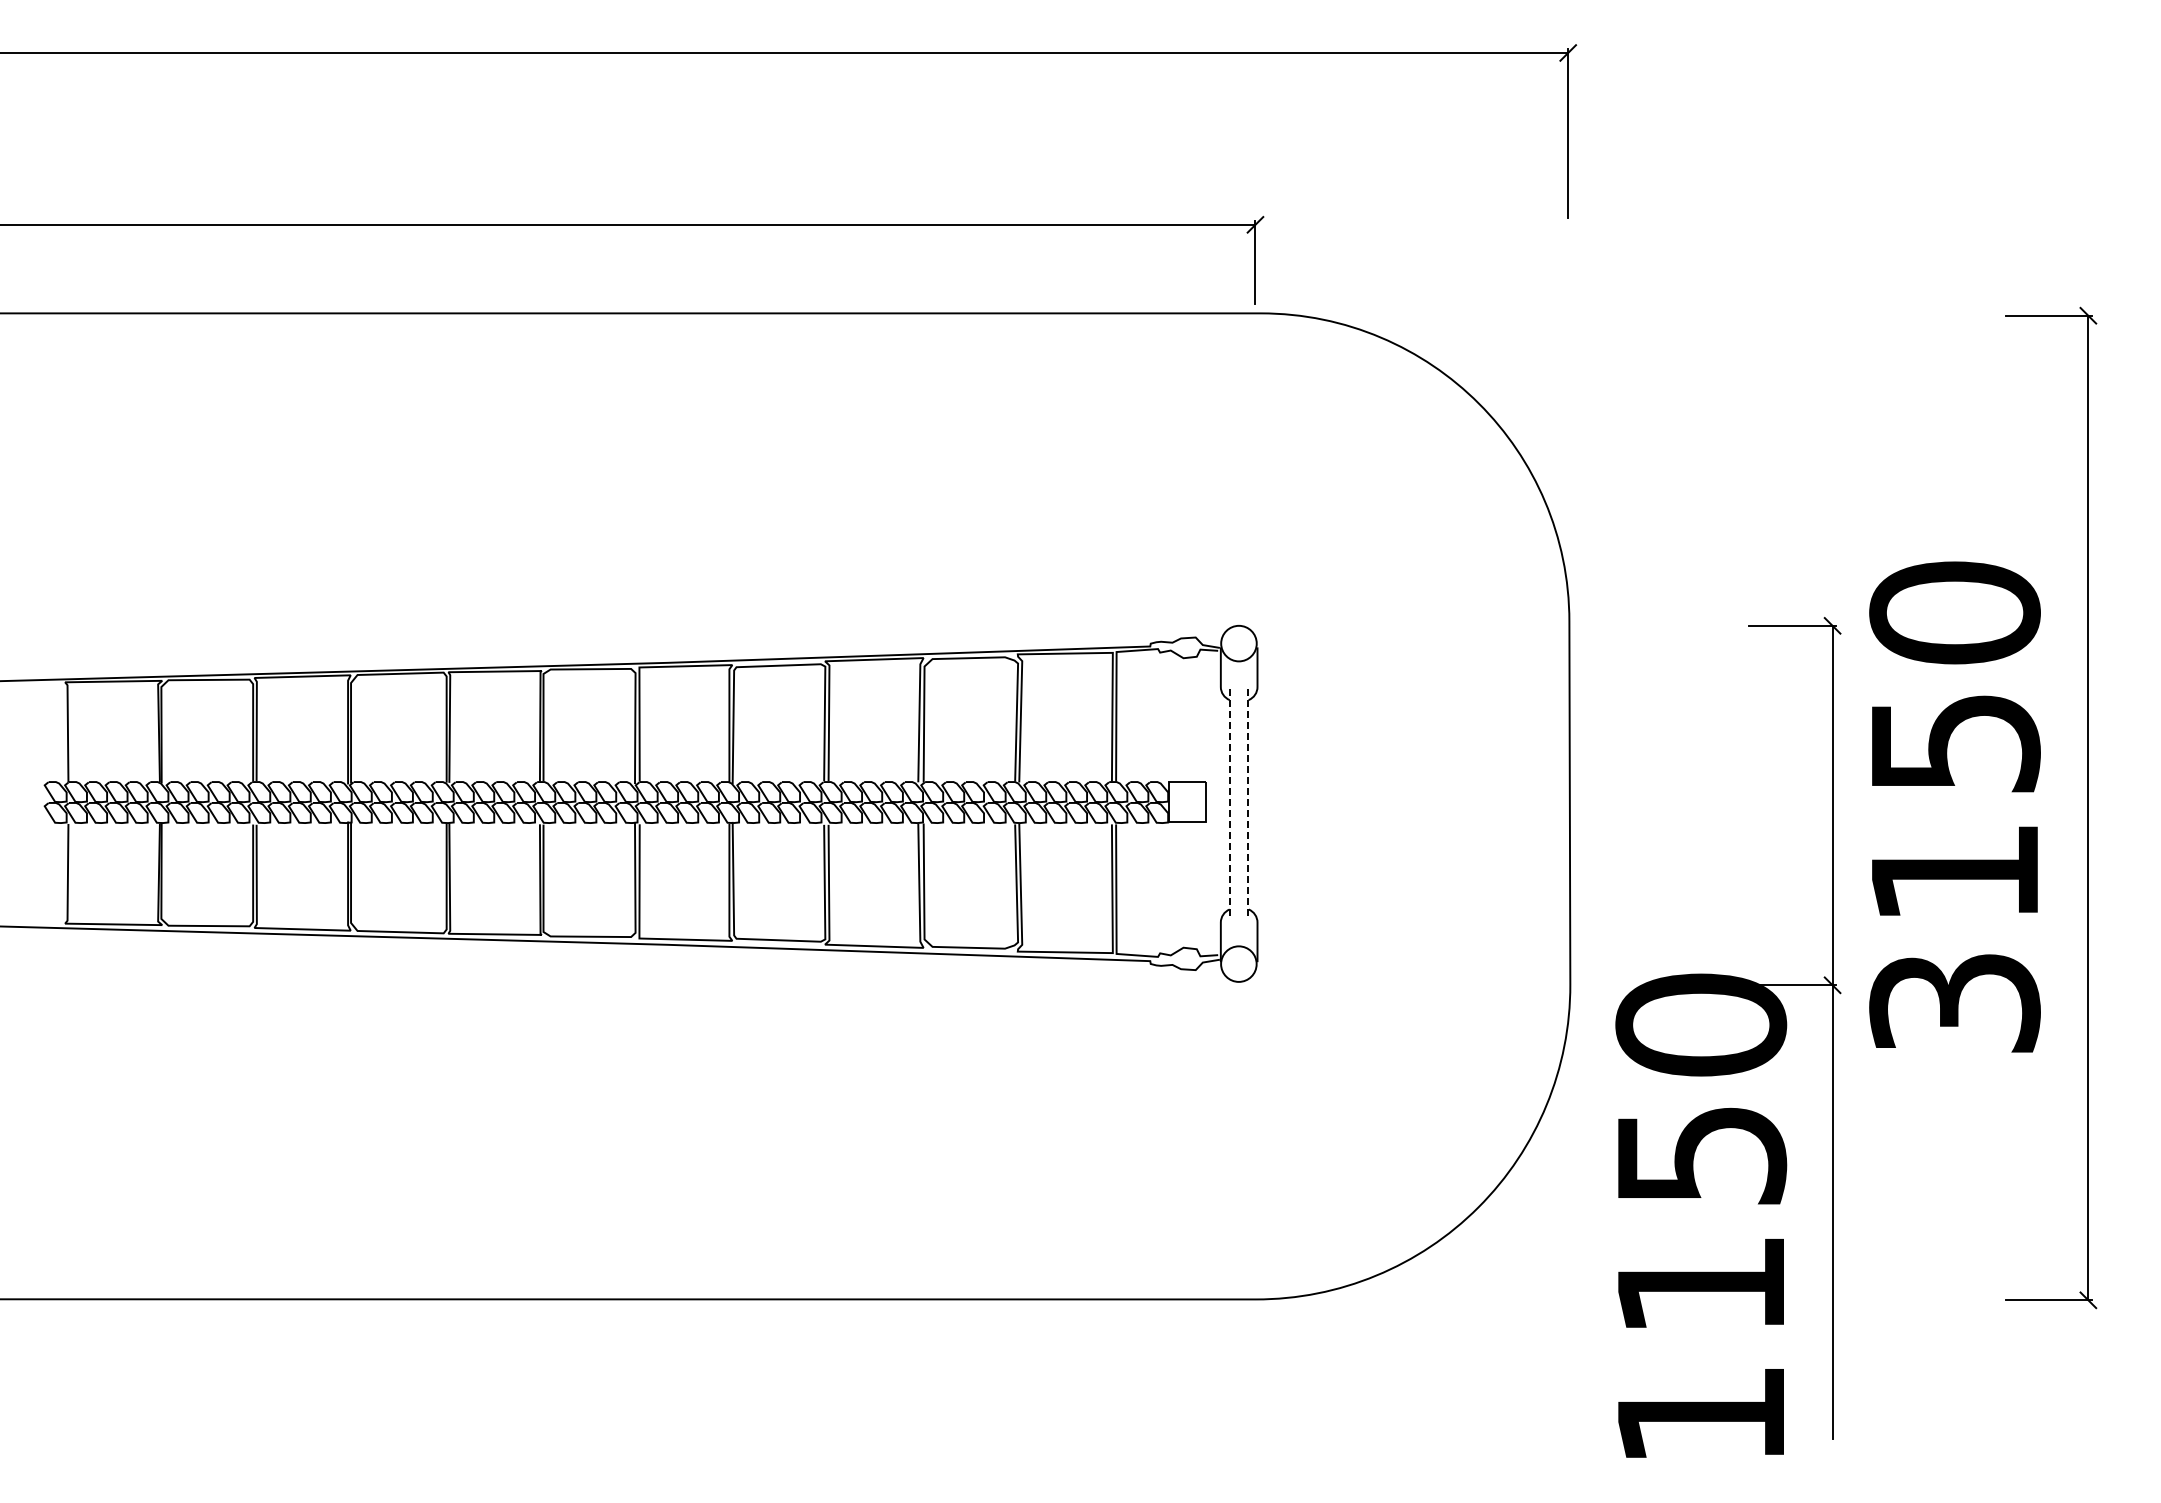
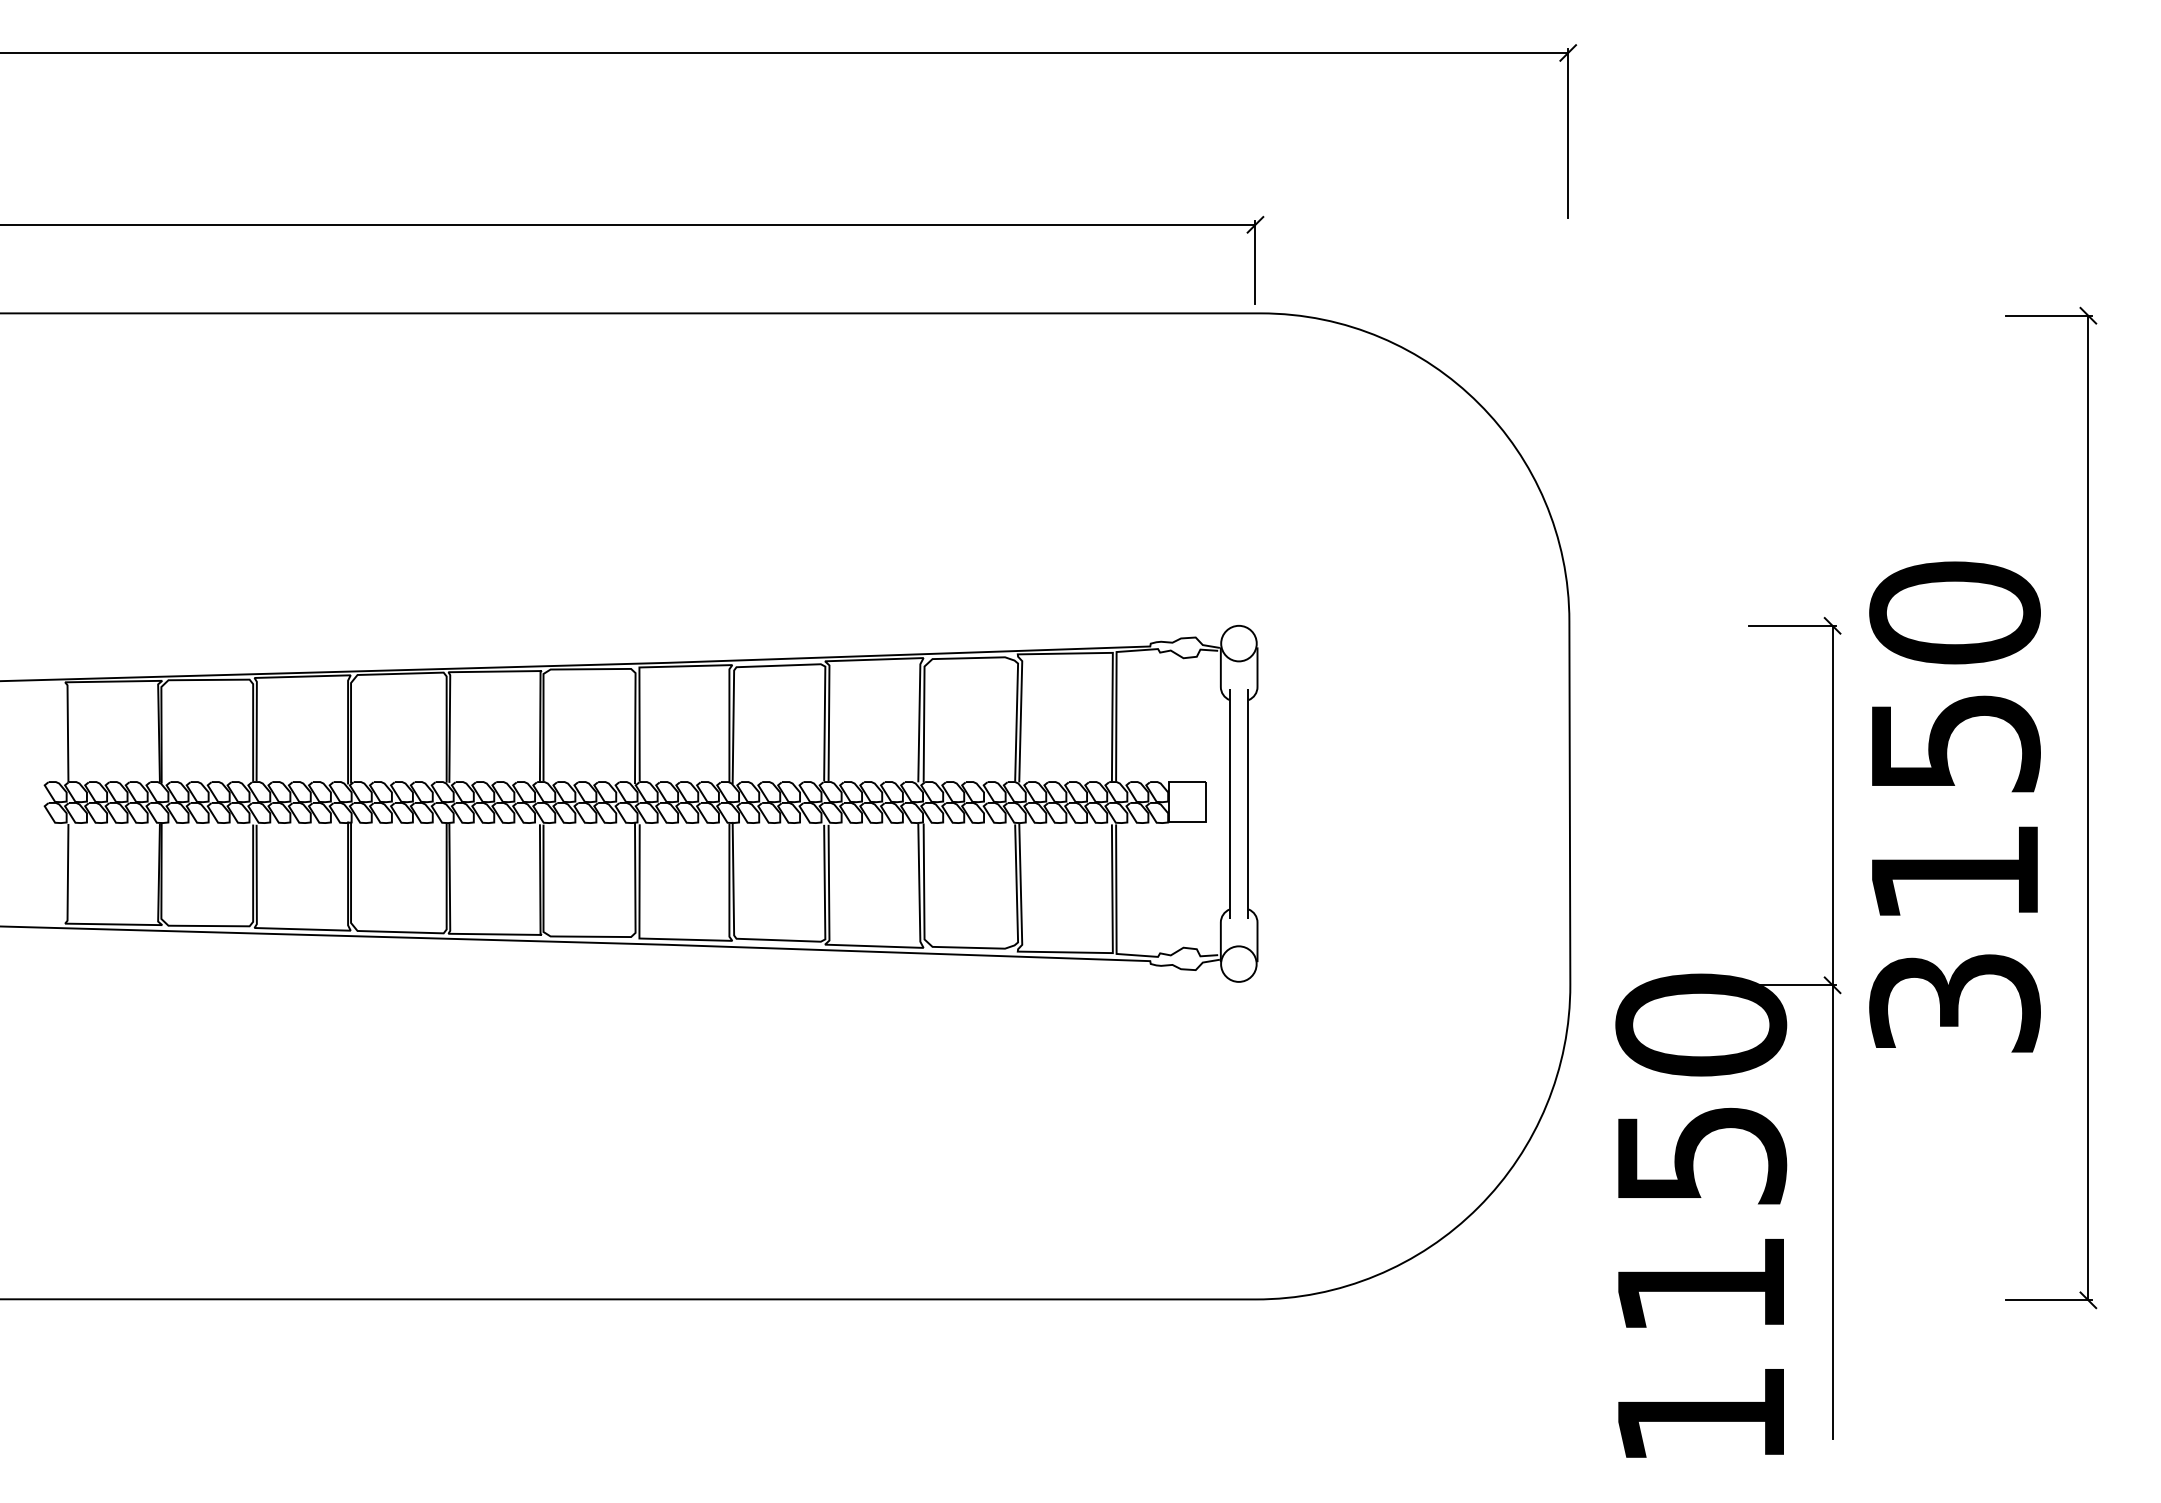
line at (1230, 804): dashed -> solid
line at (1248, 804): dashed -> solid
